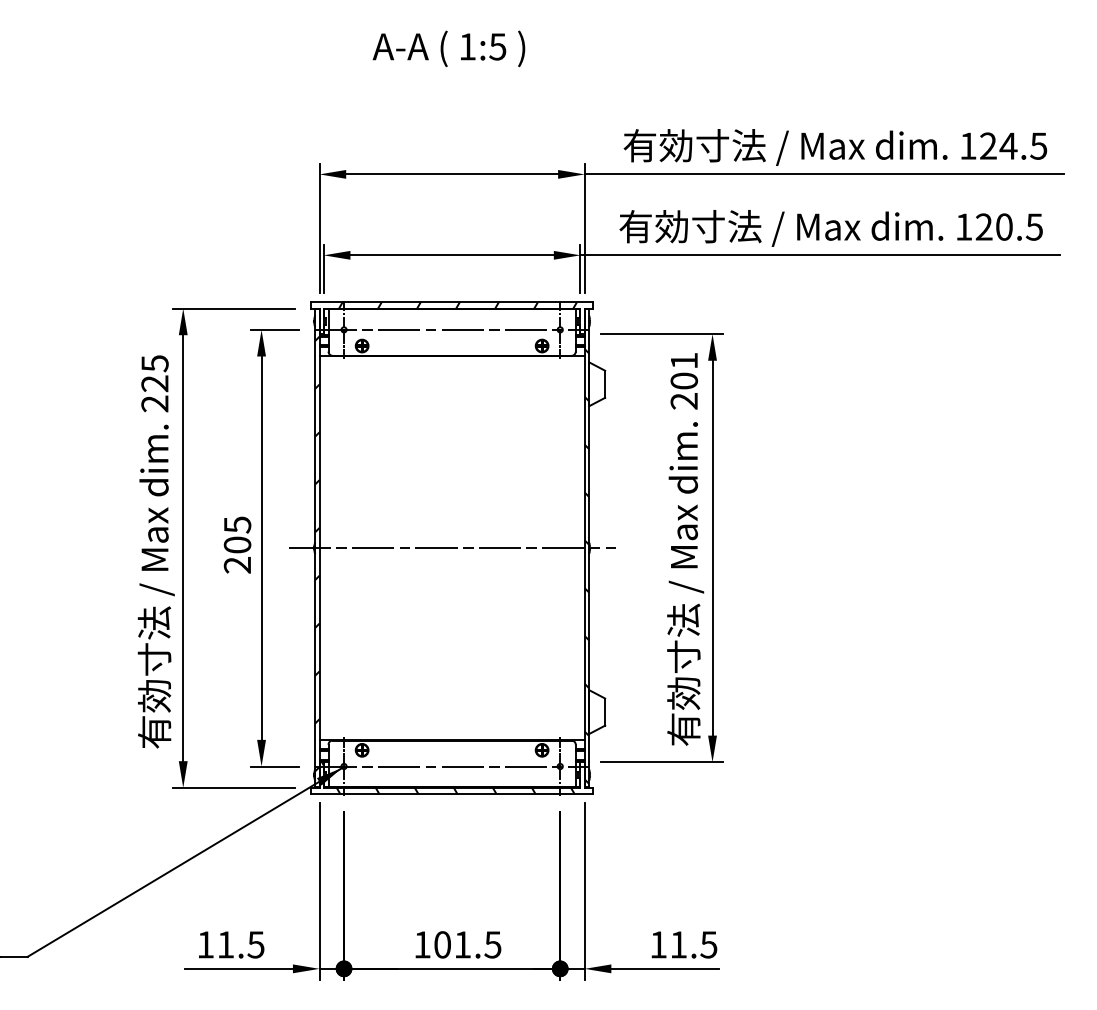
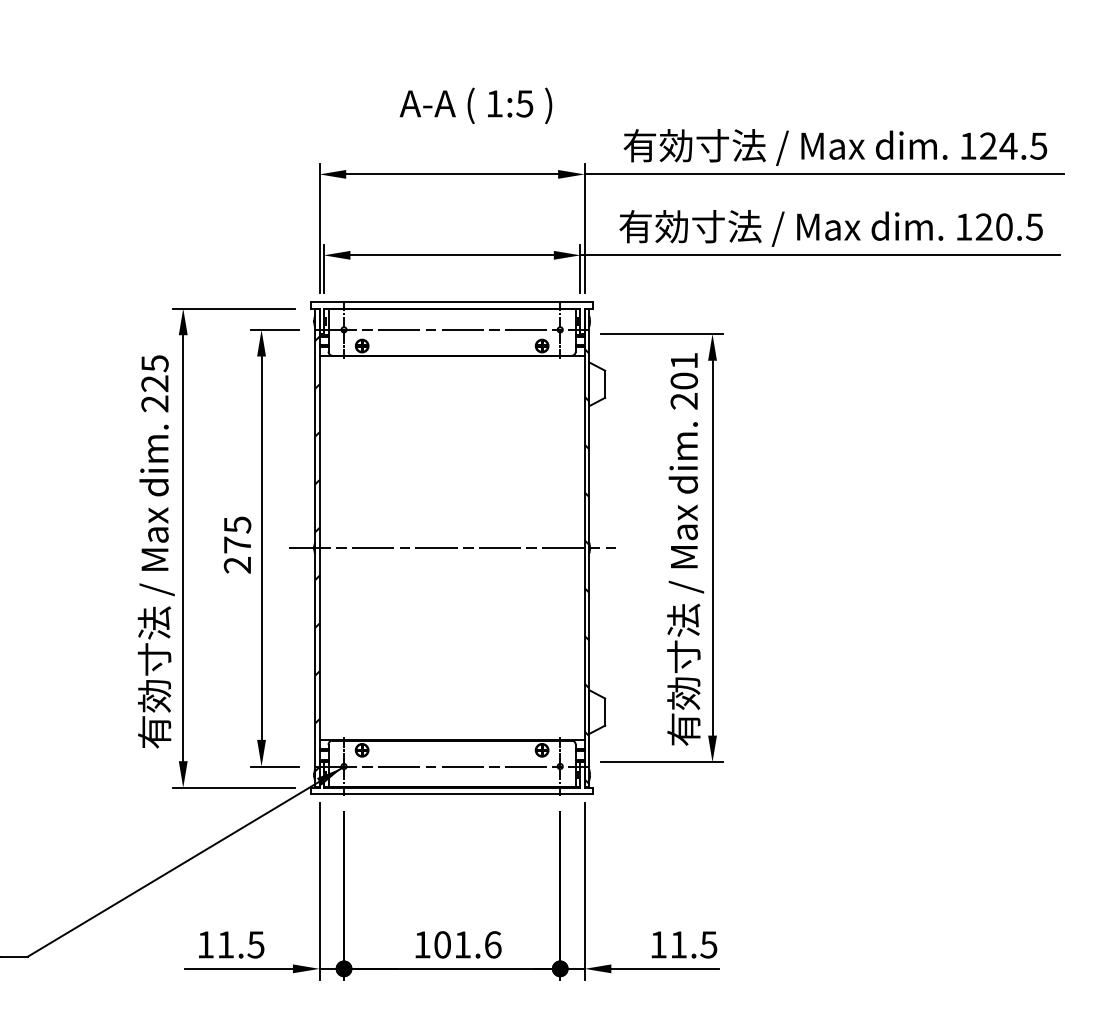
text at (448, 48) position: (448, 48) -> (475, 105)
hatch at (458, 305): present -> none
text at (237, 544): 205 -> 275
hatch at (447, 778): present -> none
text at (492, 944): 101.5 -> 101.6
